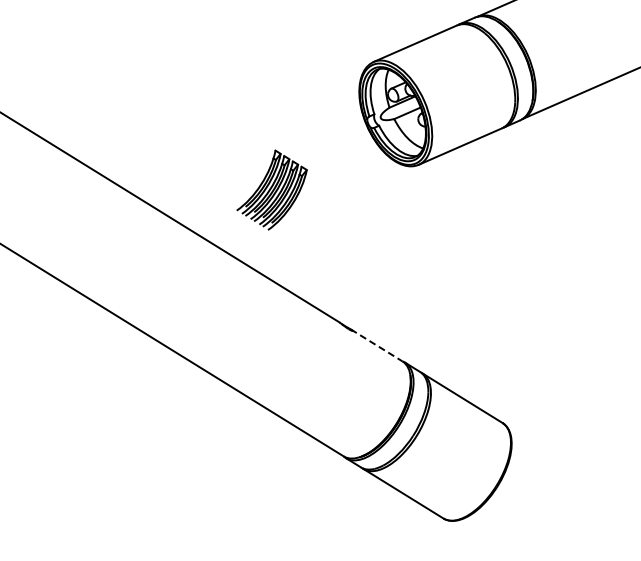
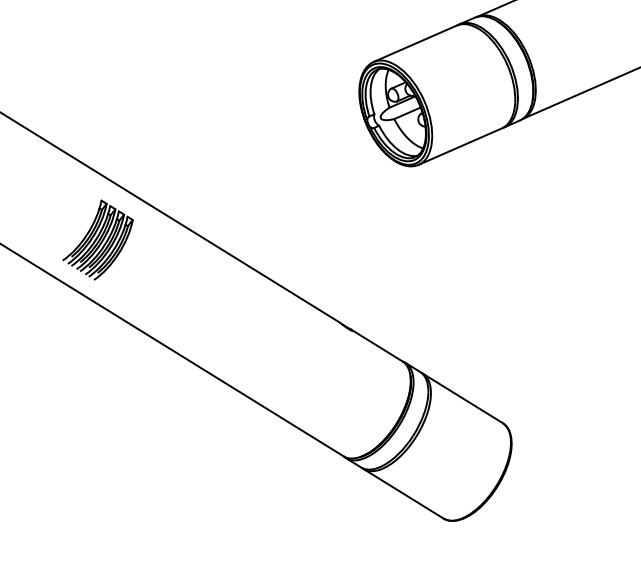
part at (271, 189) position: (271, 189) -> (97, 239)
line at (377, 345): dashed -> solid
